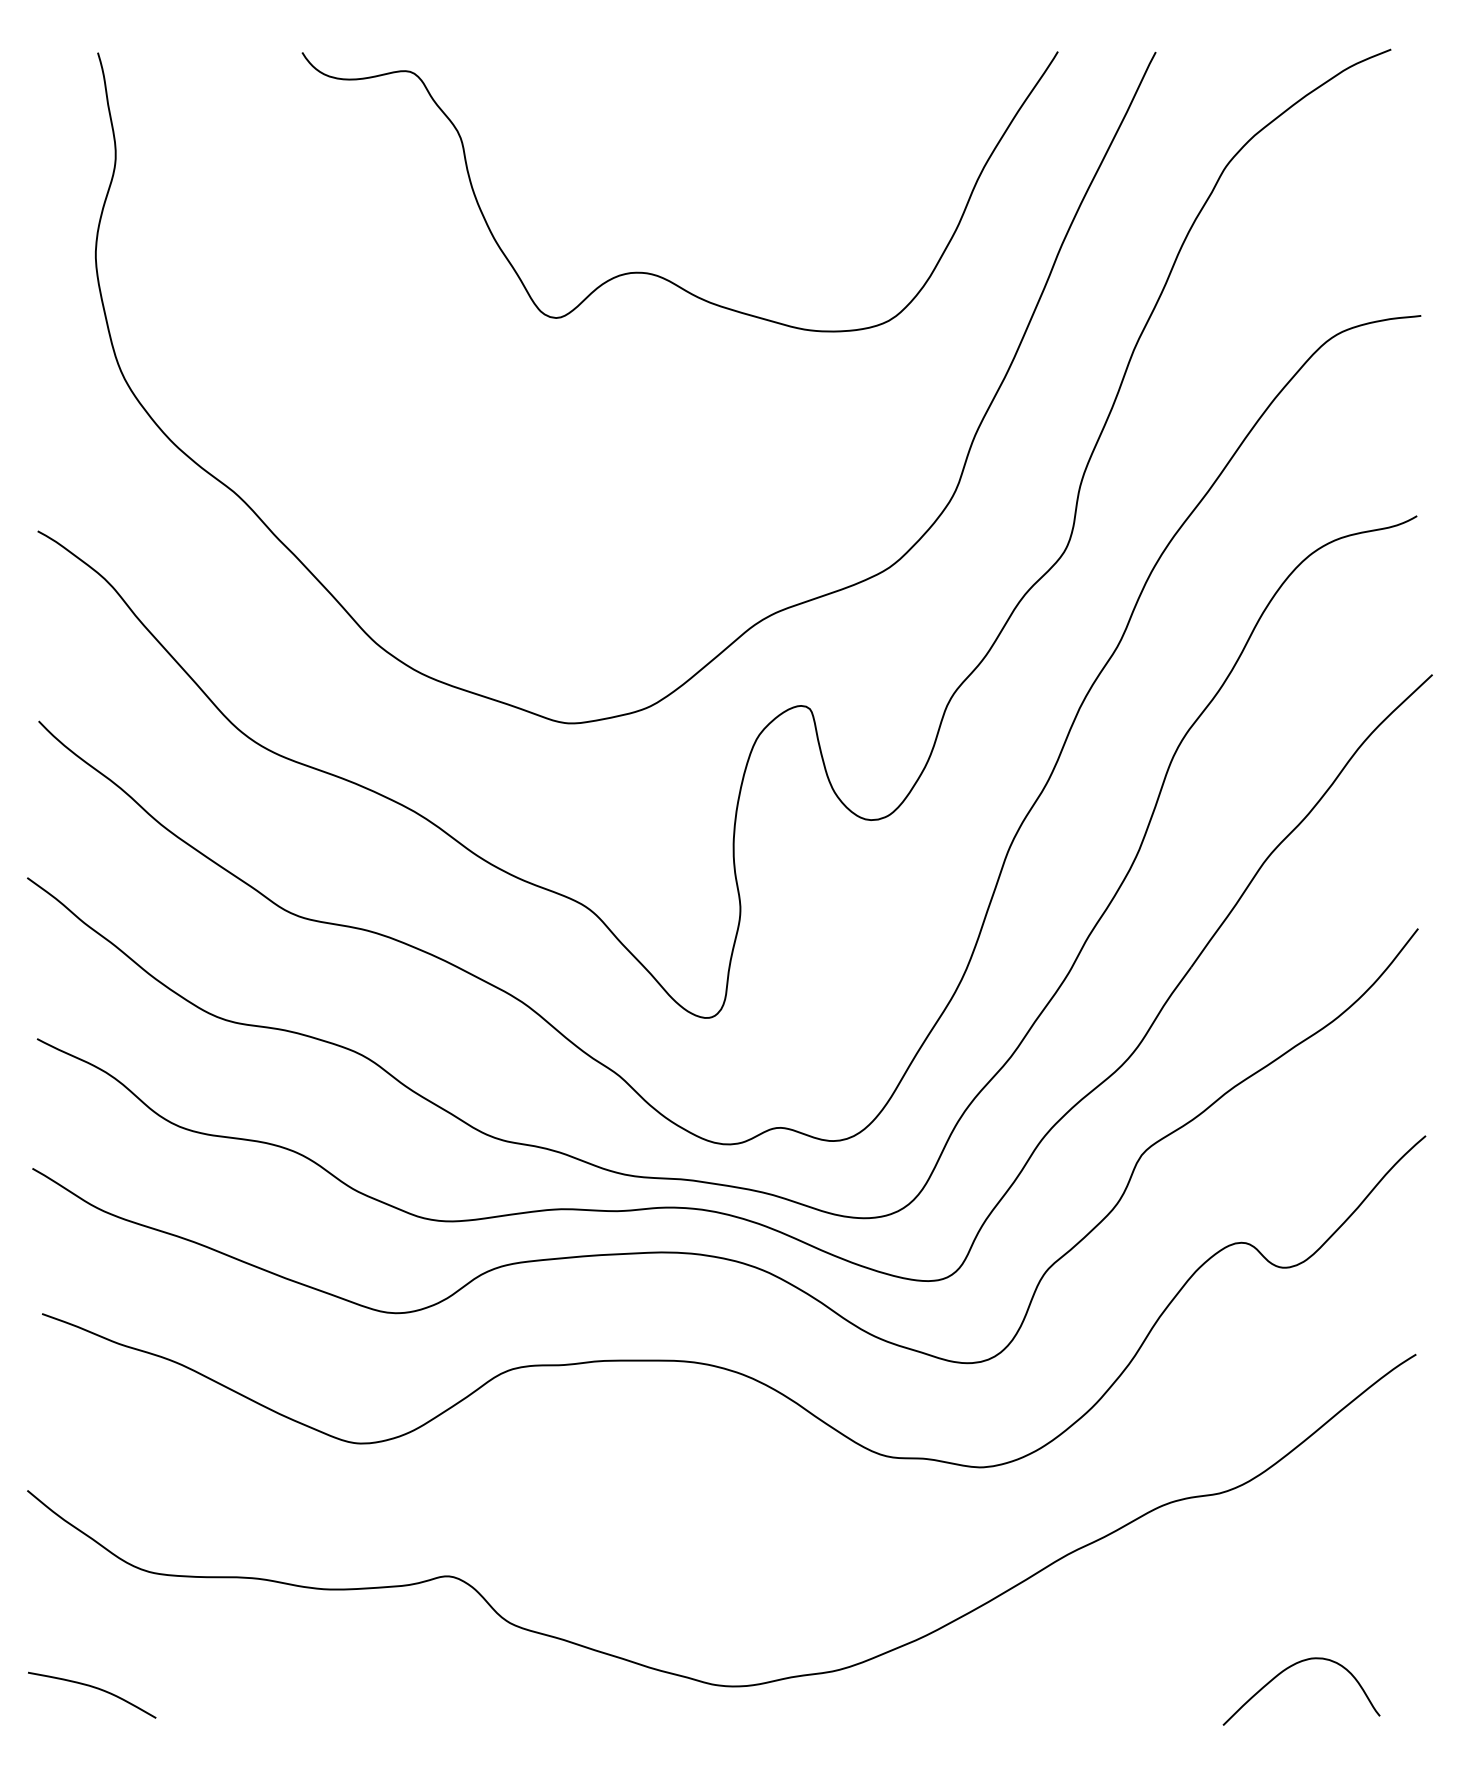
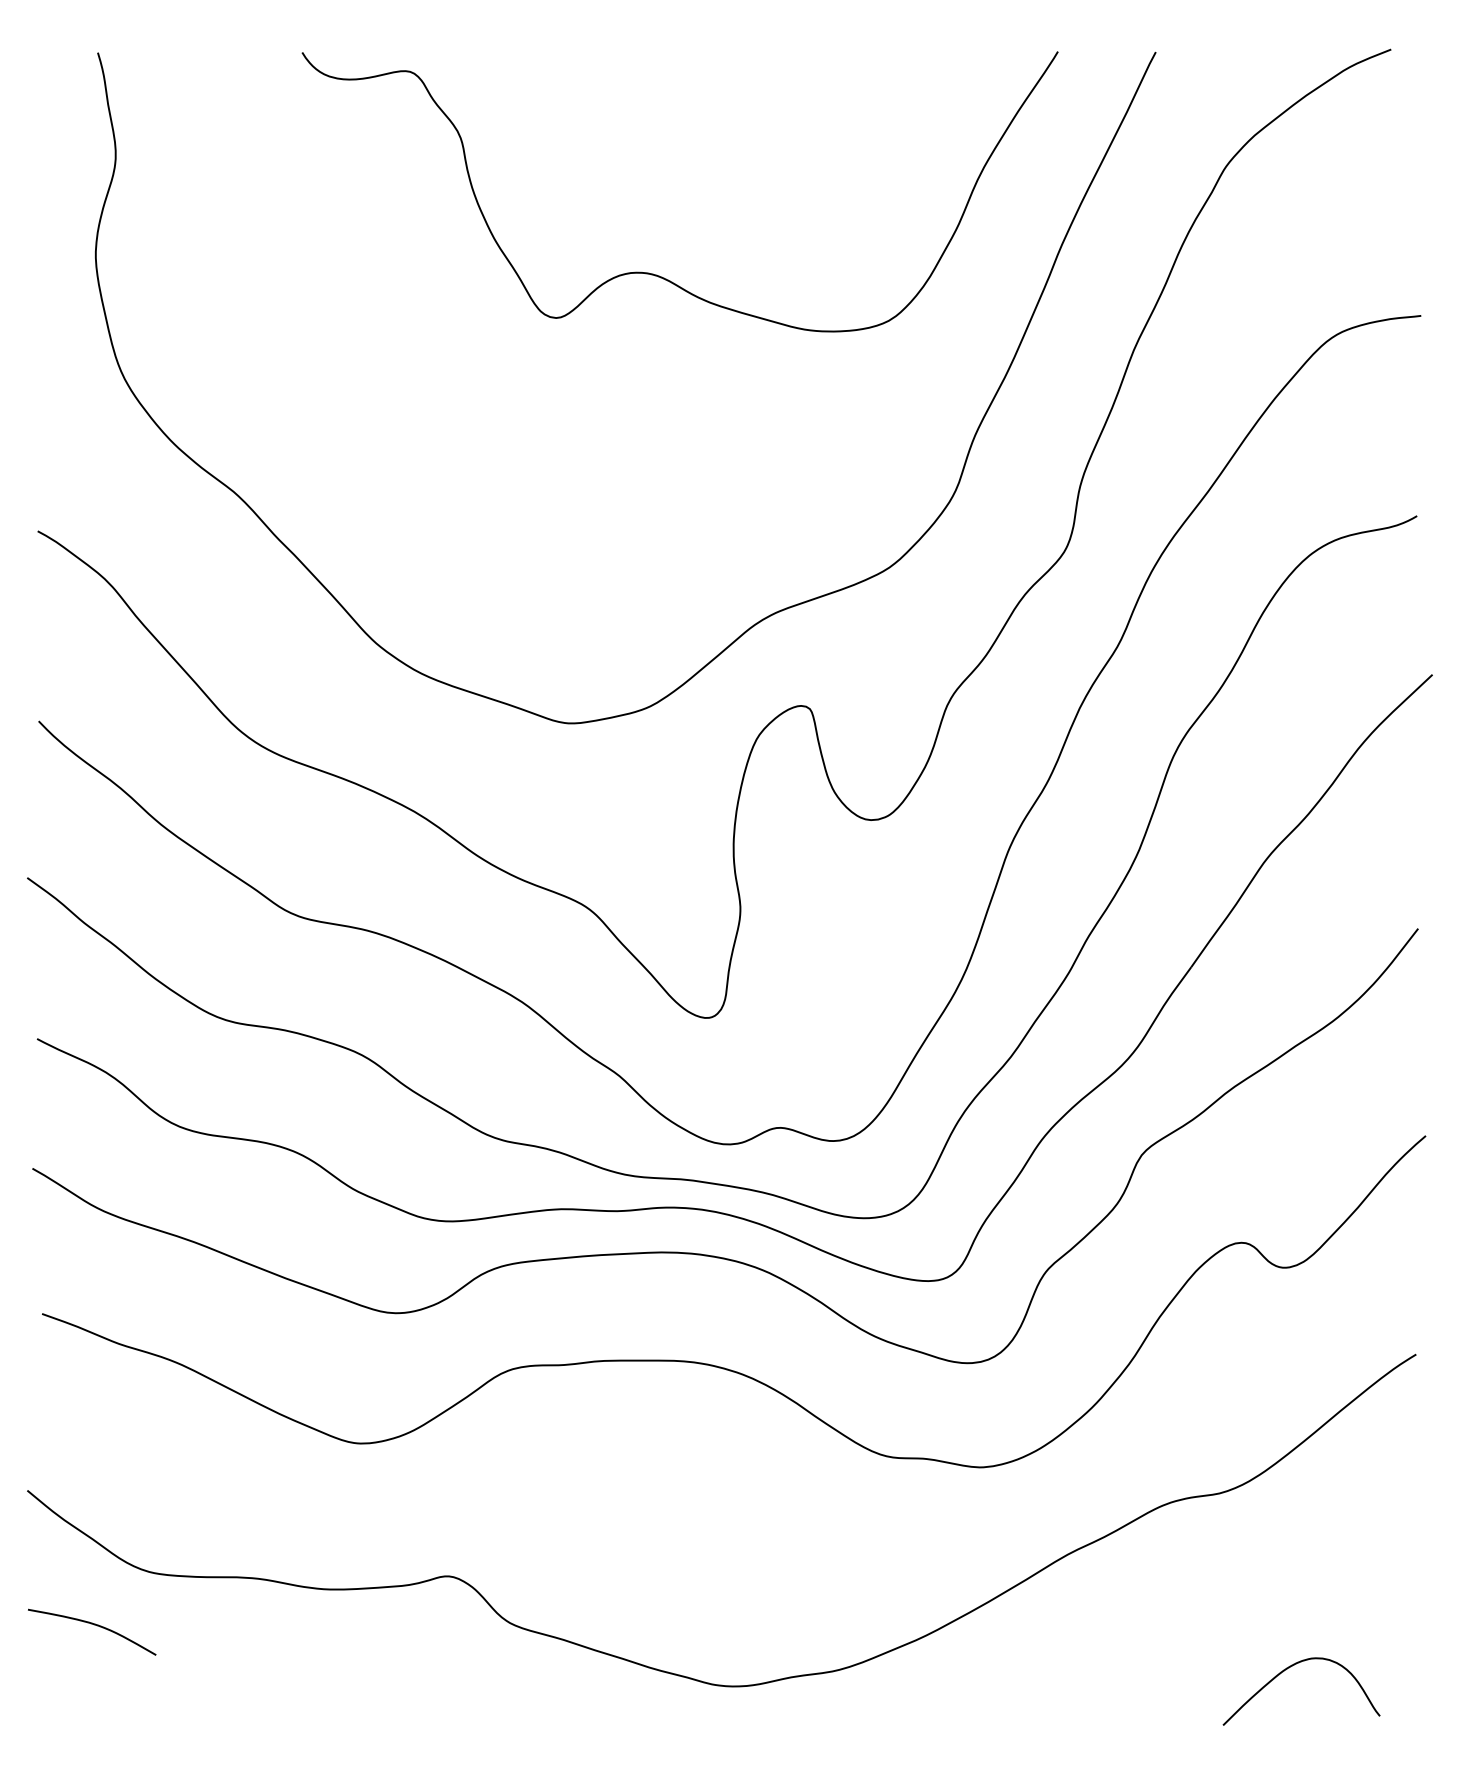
curve at (94, 1688) position: (94, 1688) -> (94, 1625)
